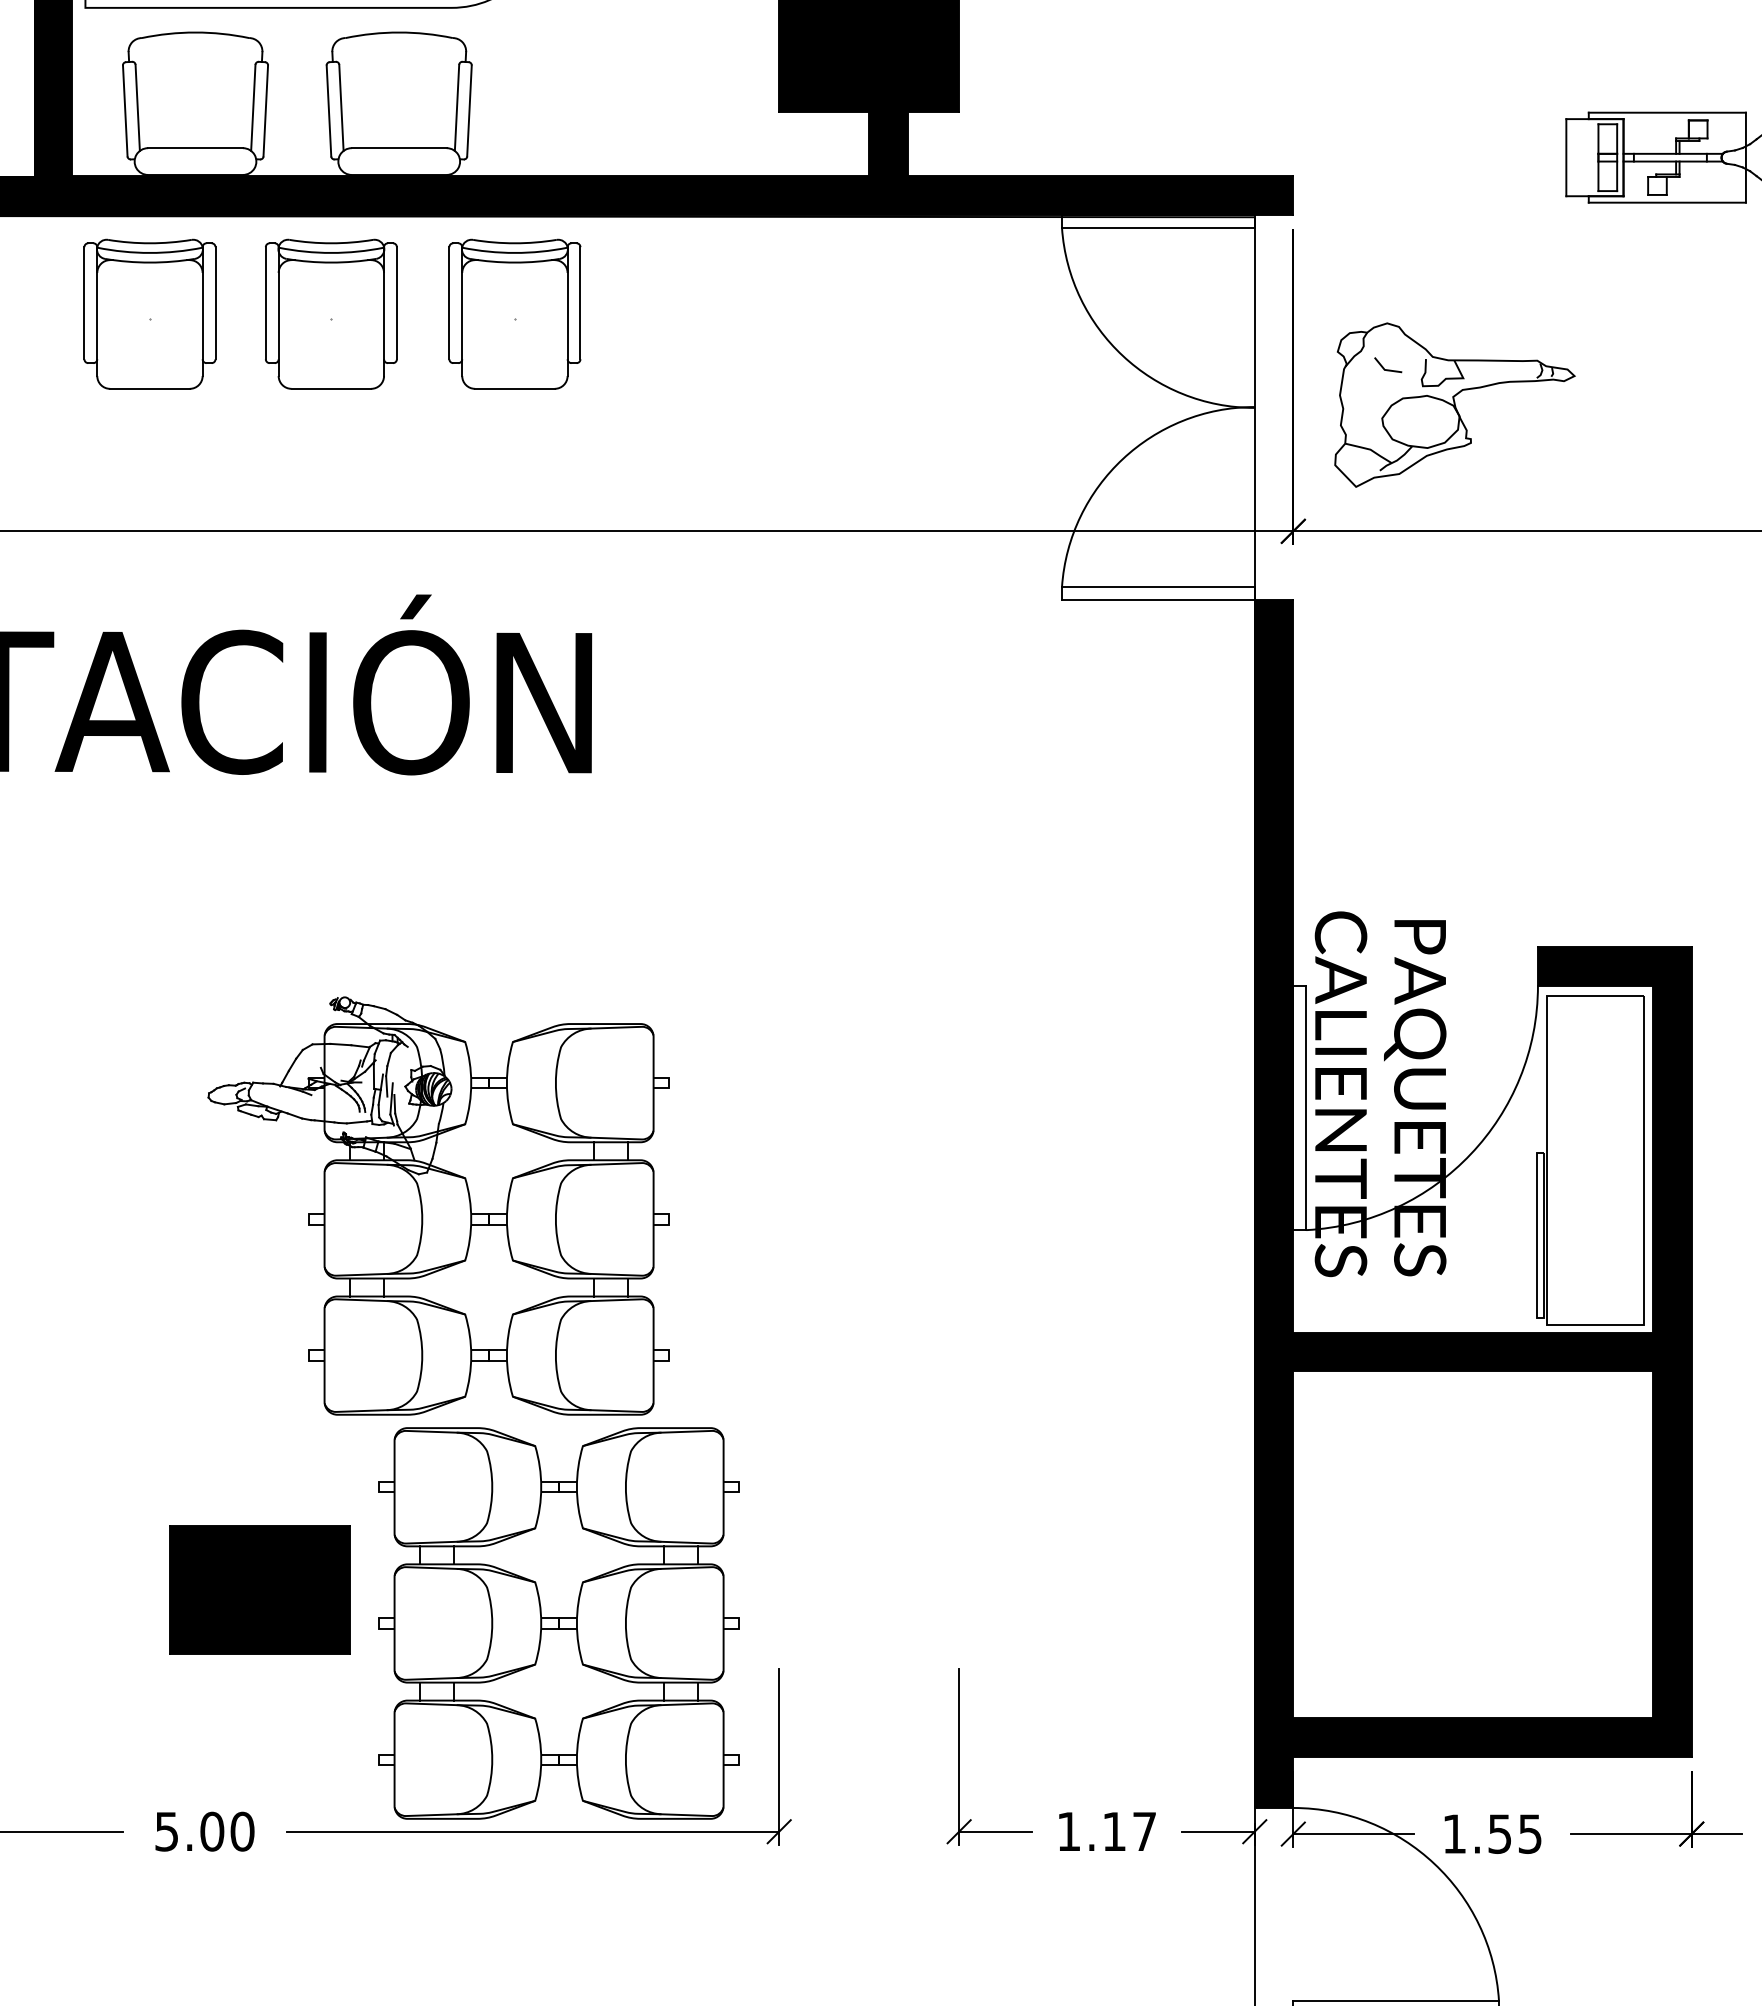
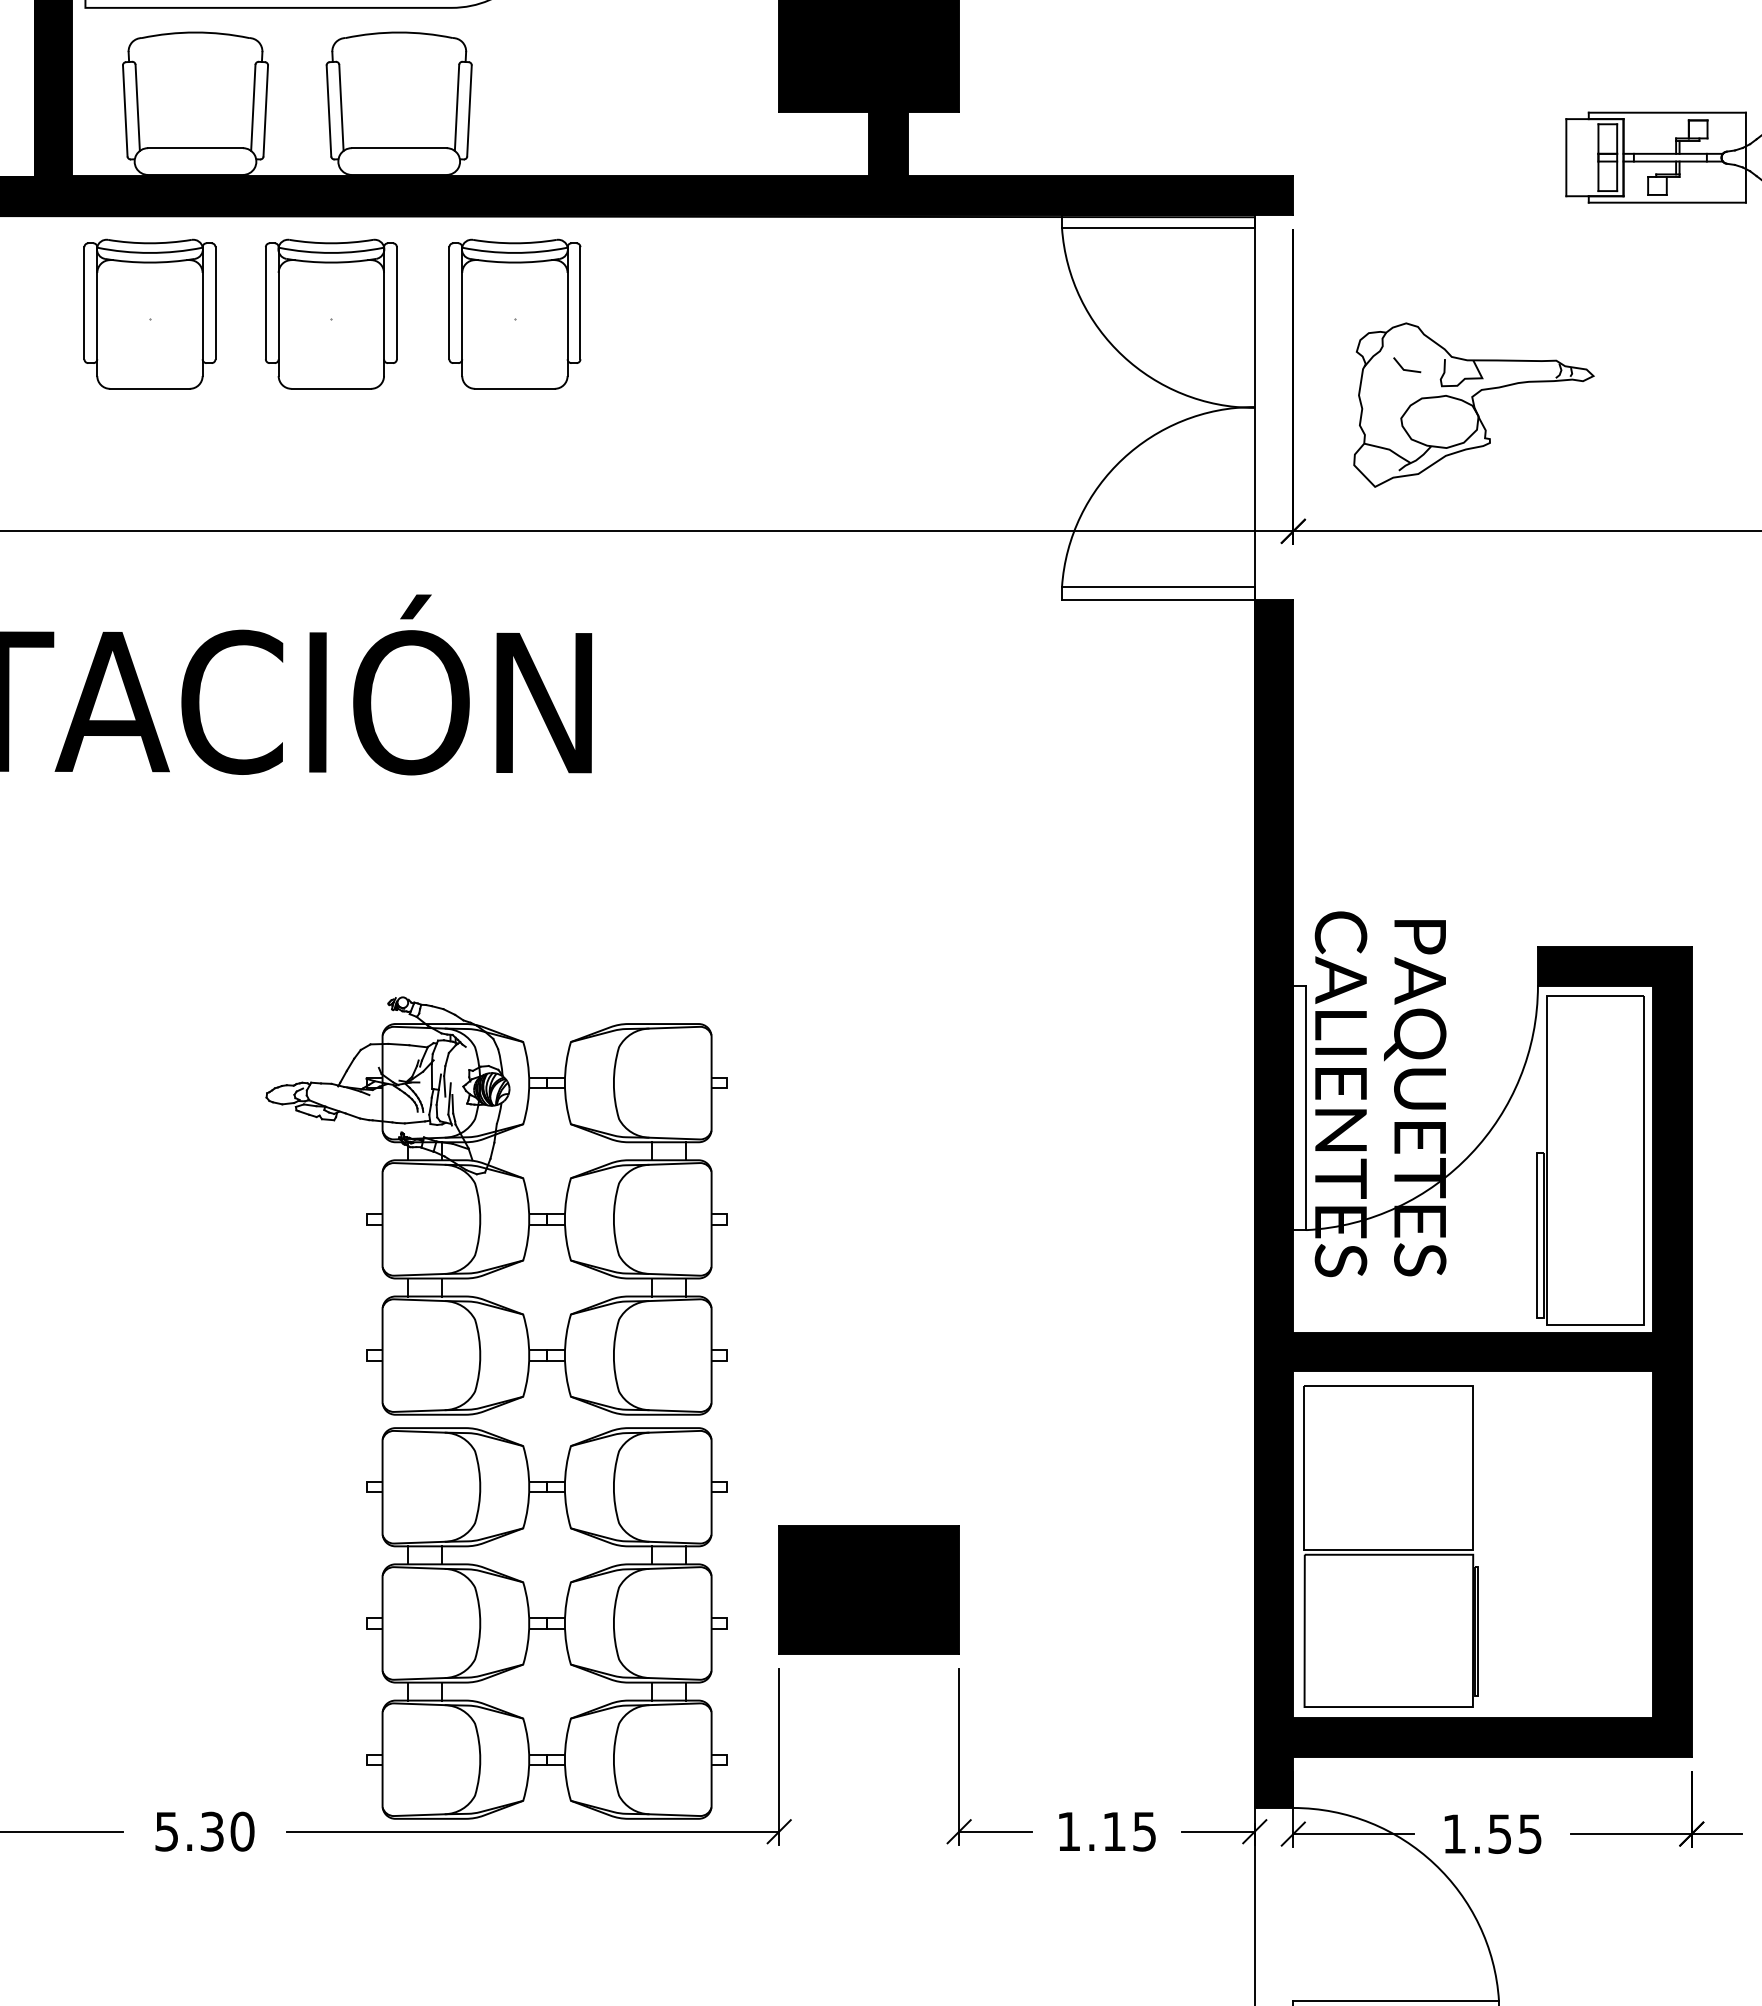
part at (1454, 404) position: (1454, 404) -> (1473, 404)
part at (438, 1205) position: (438, 1205) -> (496, 1205)
part at (1390, 1546): none -> present
part at (259, 1589) position: (259, 1589) -> (868, 1589)
part at (558, 1623) position: (558, 1623) -> (546, 1623)
text at (212, 1831): 5.00 -> 5.30
text at (1144, 1831): 1.17 -> 1.15
